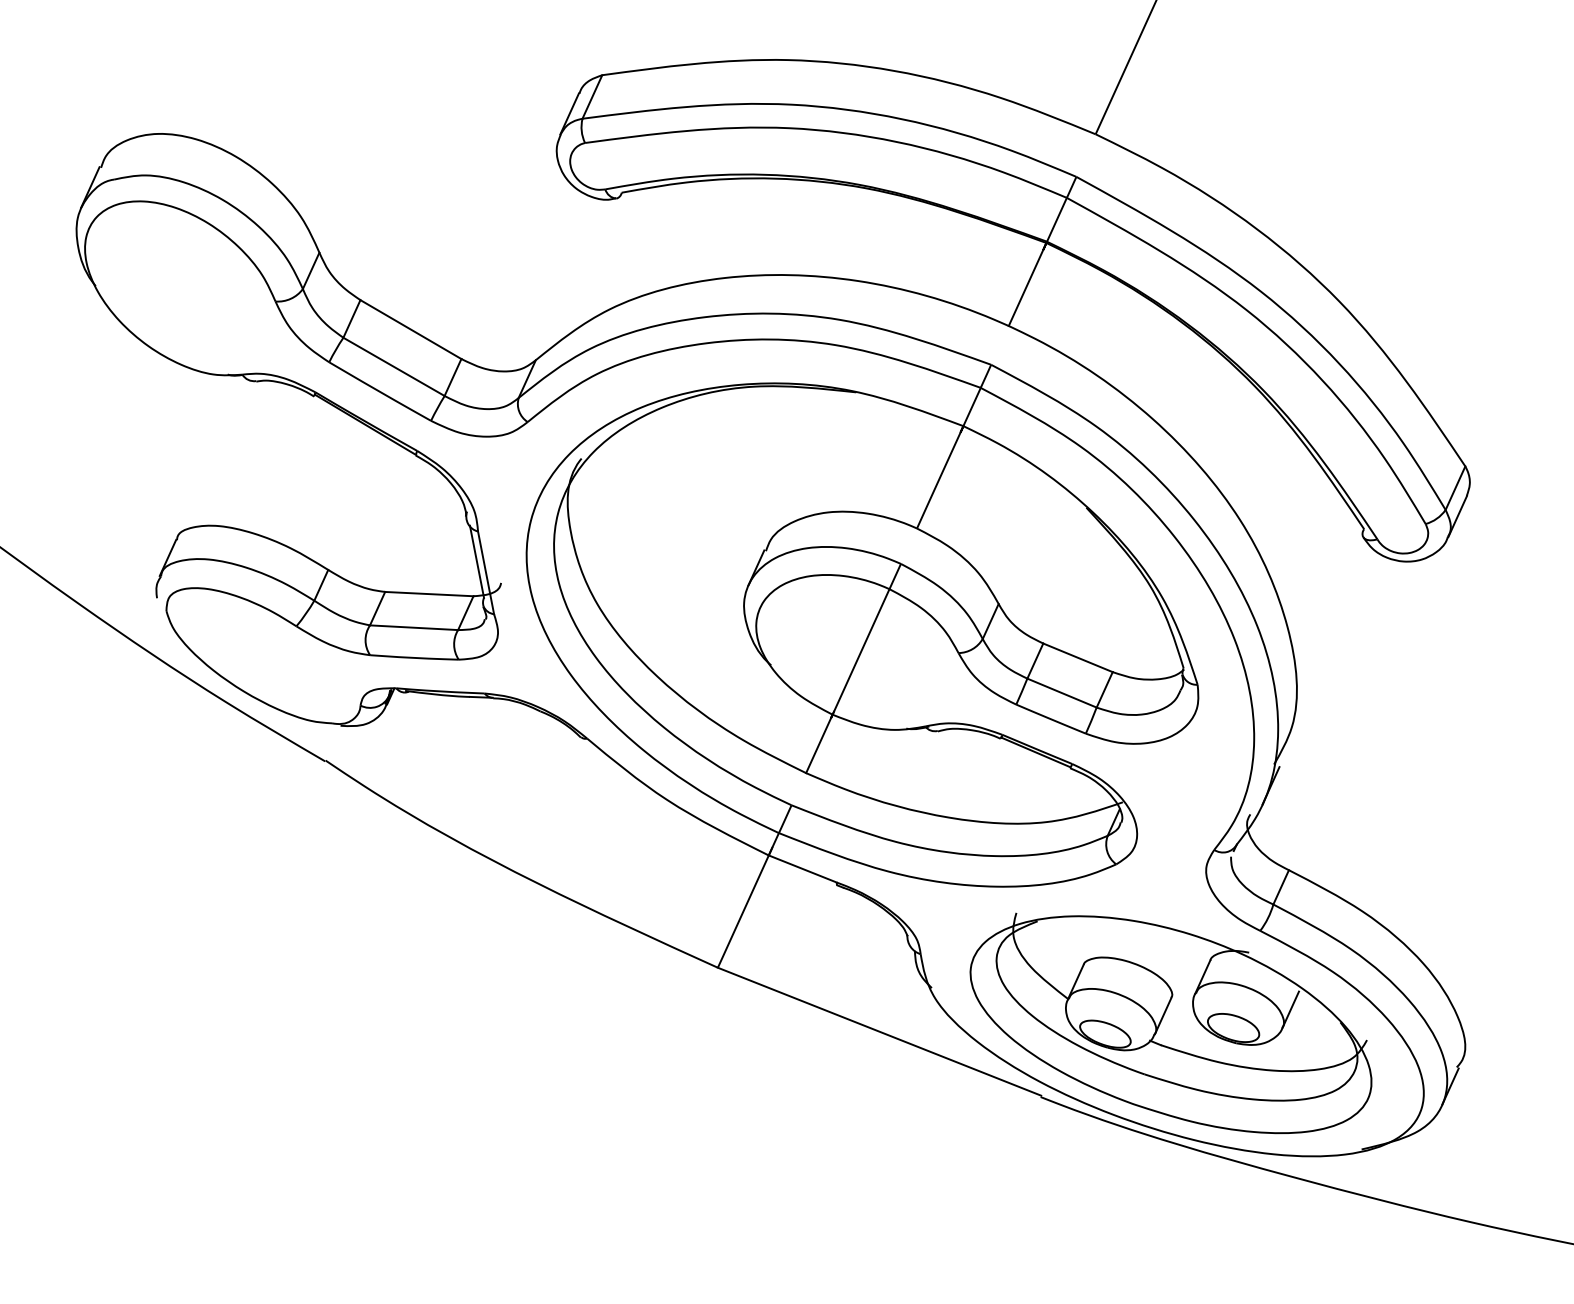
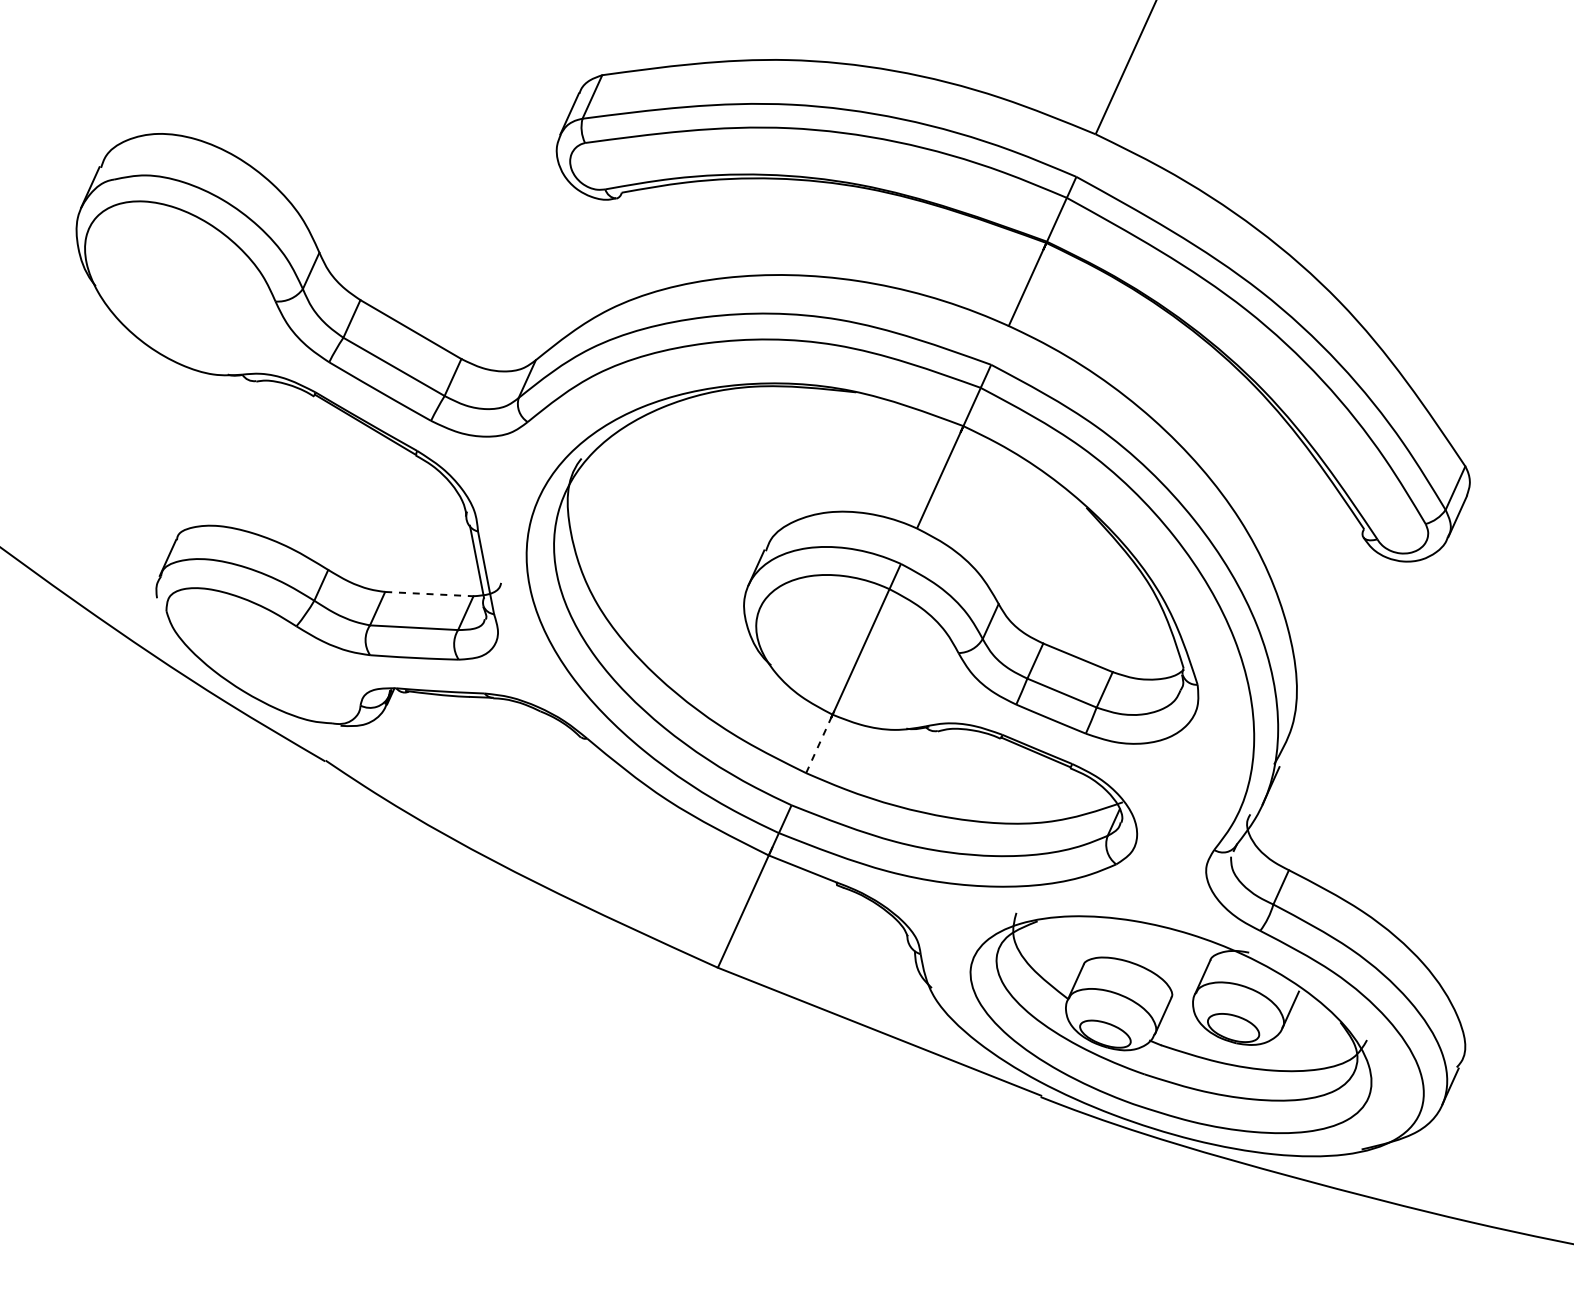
line at (429, 594): solid -> dashed
line at (819, 743): solid -> dashed
